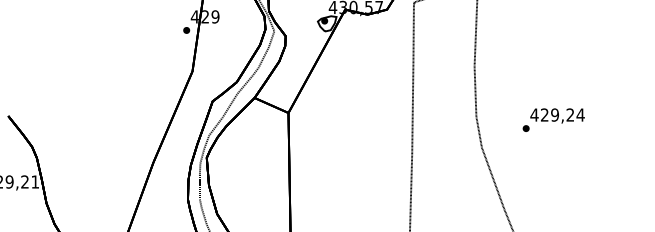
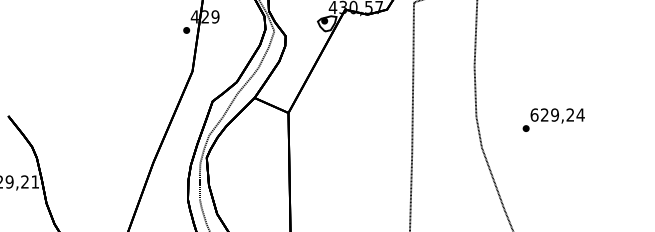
text at (534, 114): 429,24 -> 629,24
